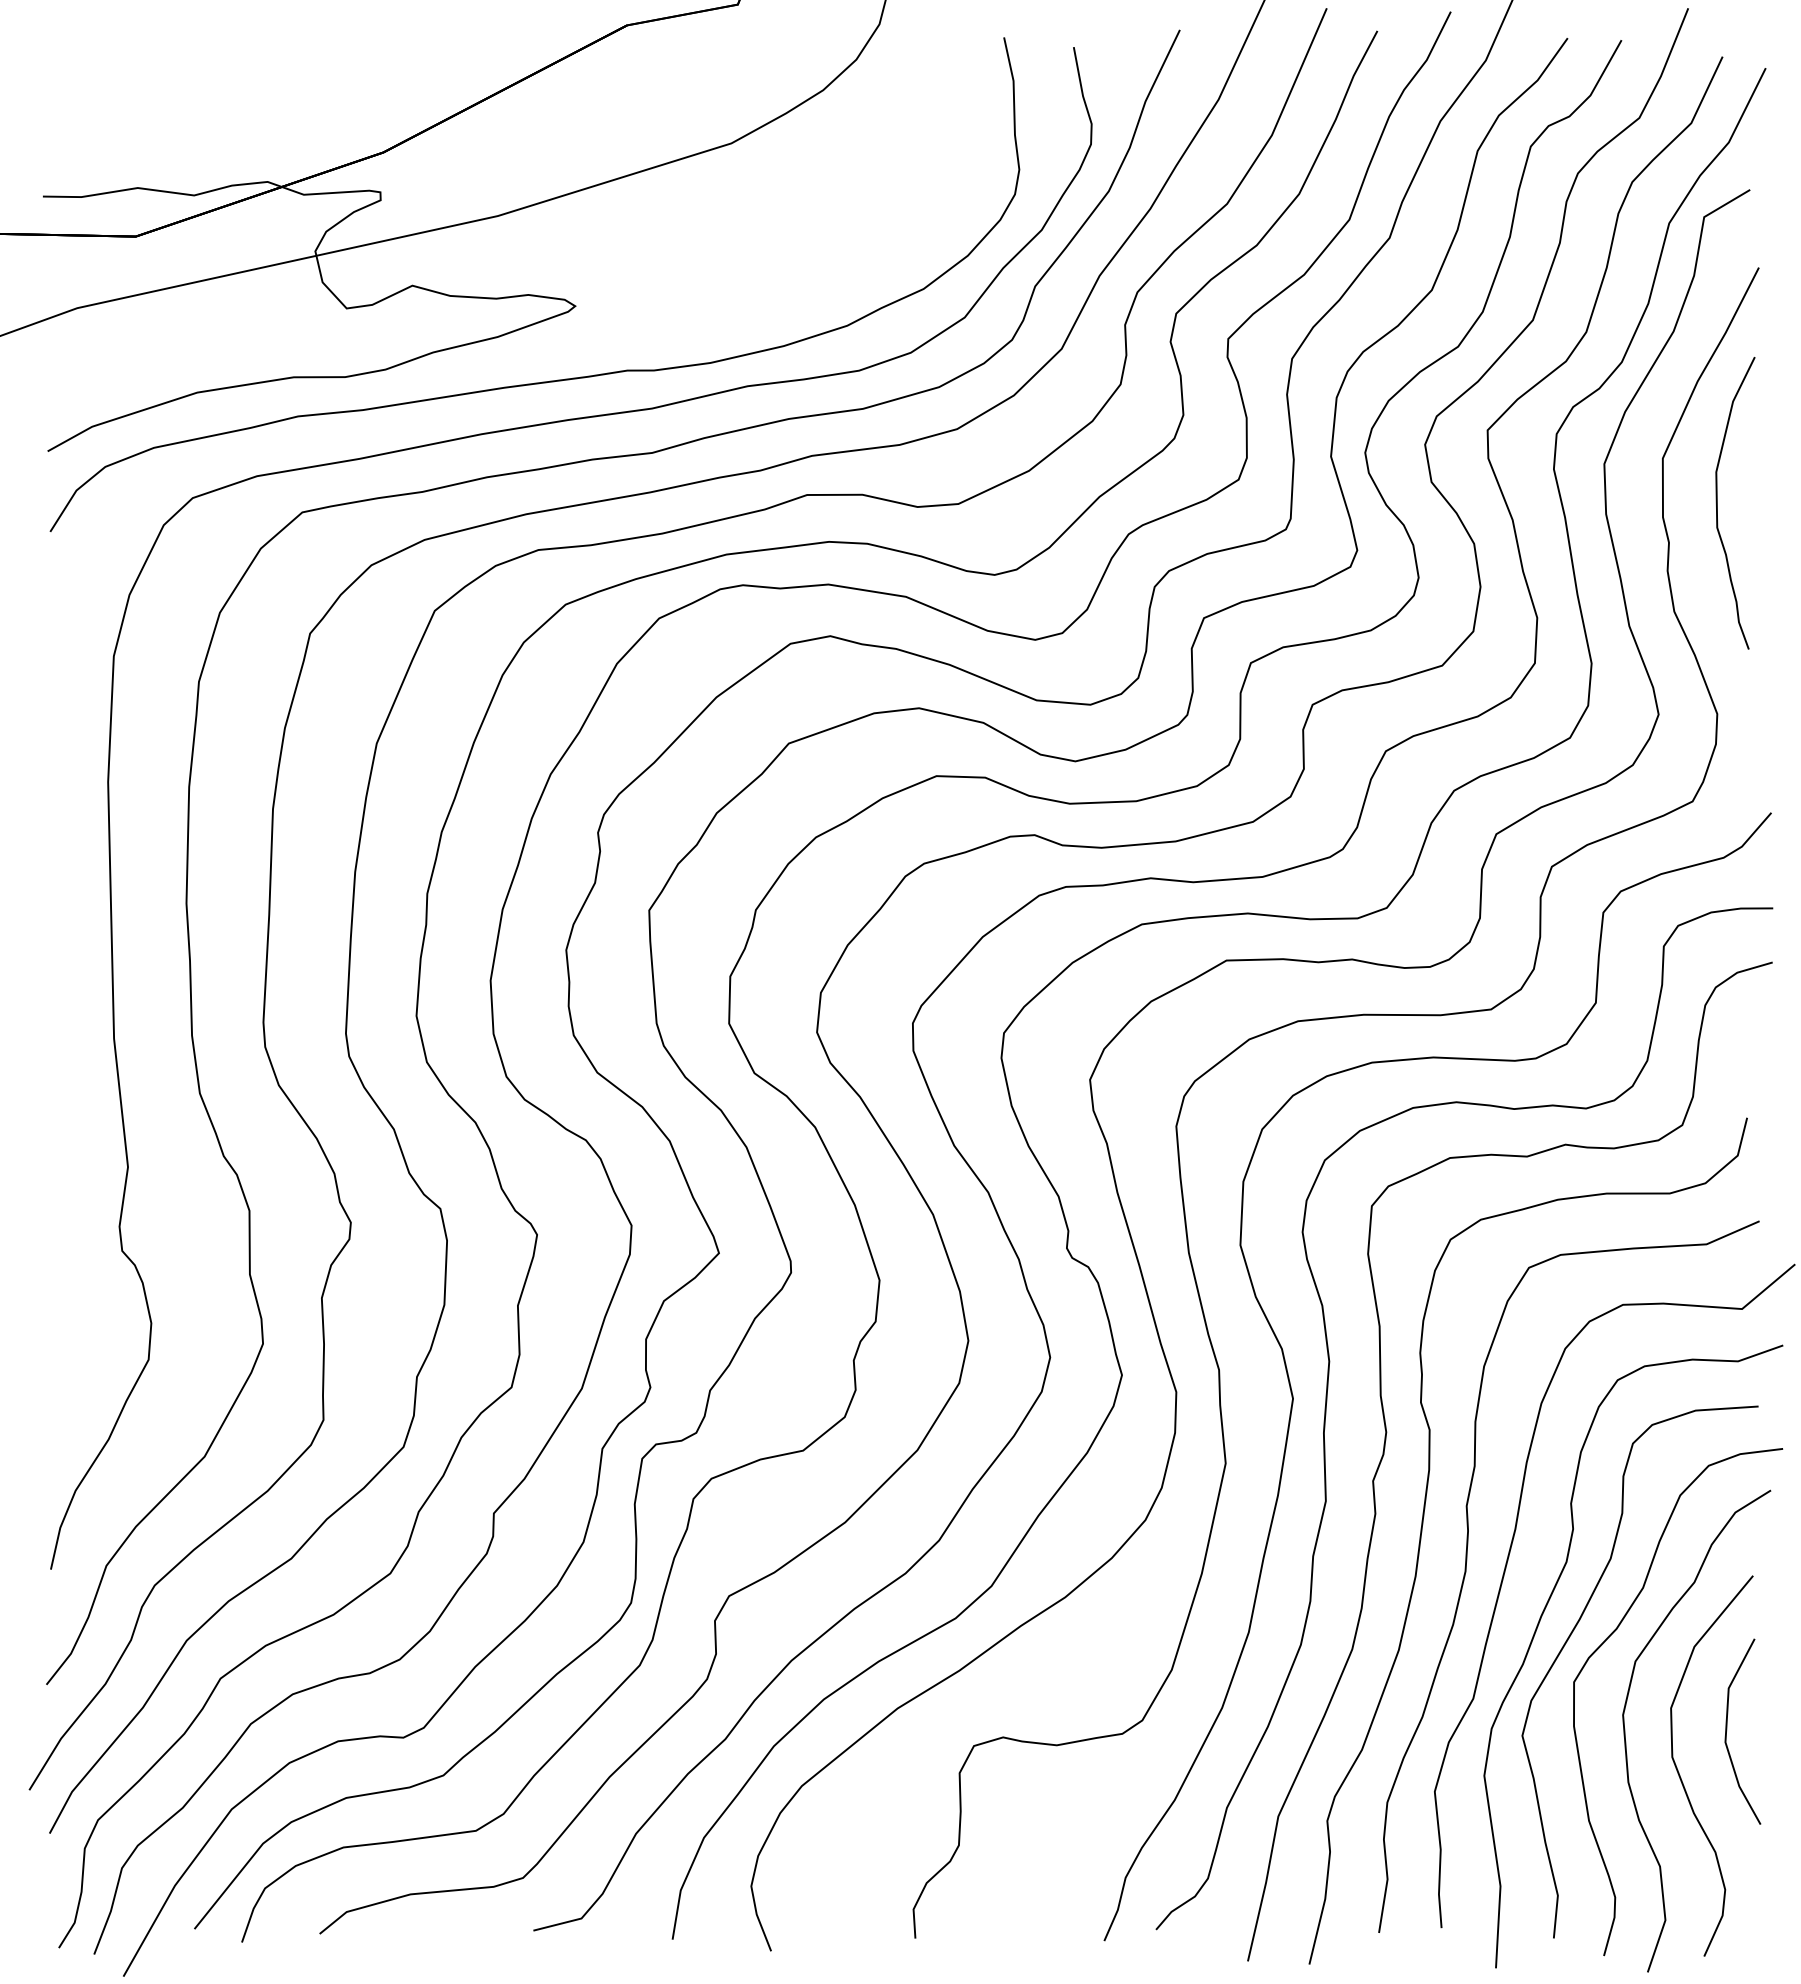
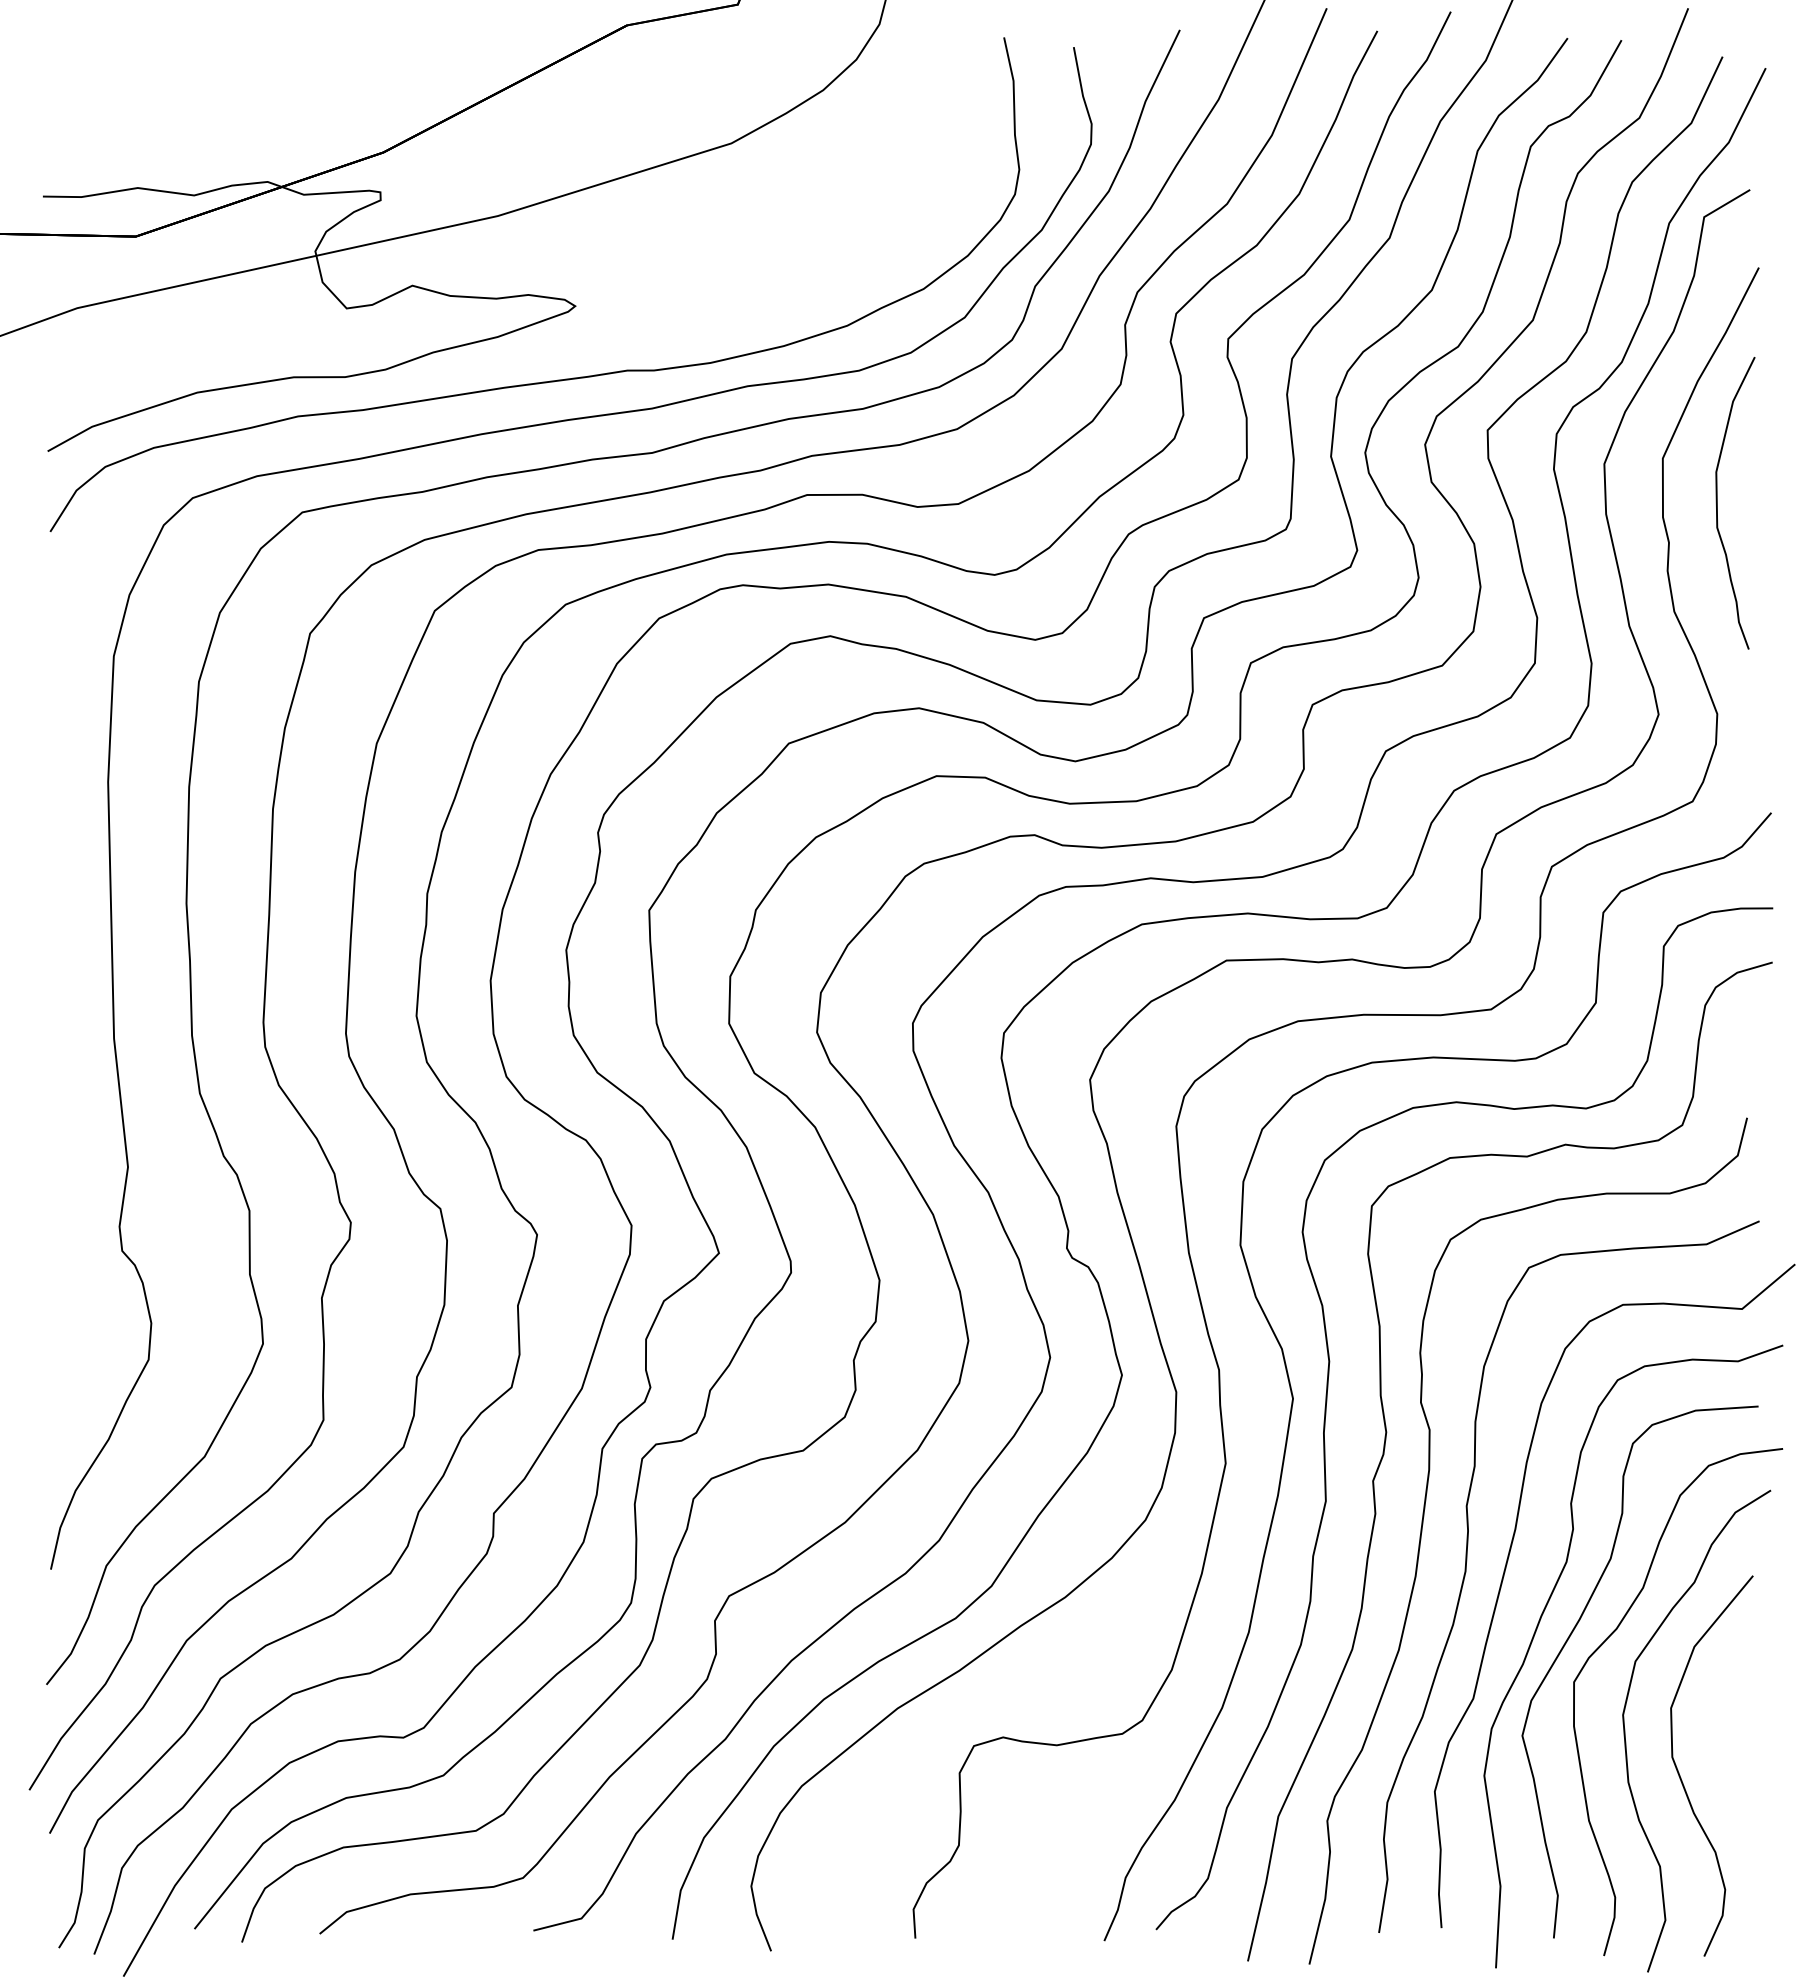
line at (1727, 1730): present -> none
